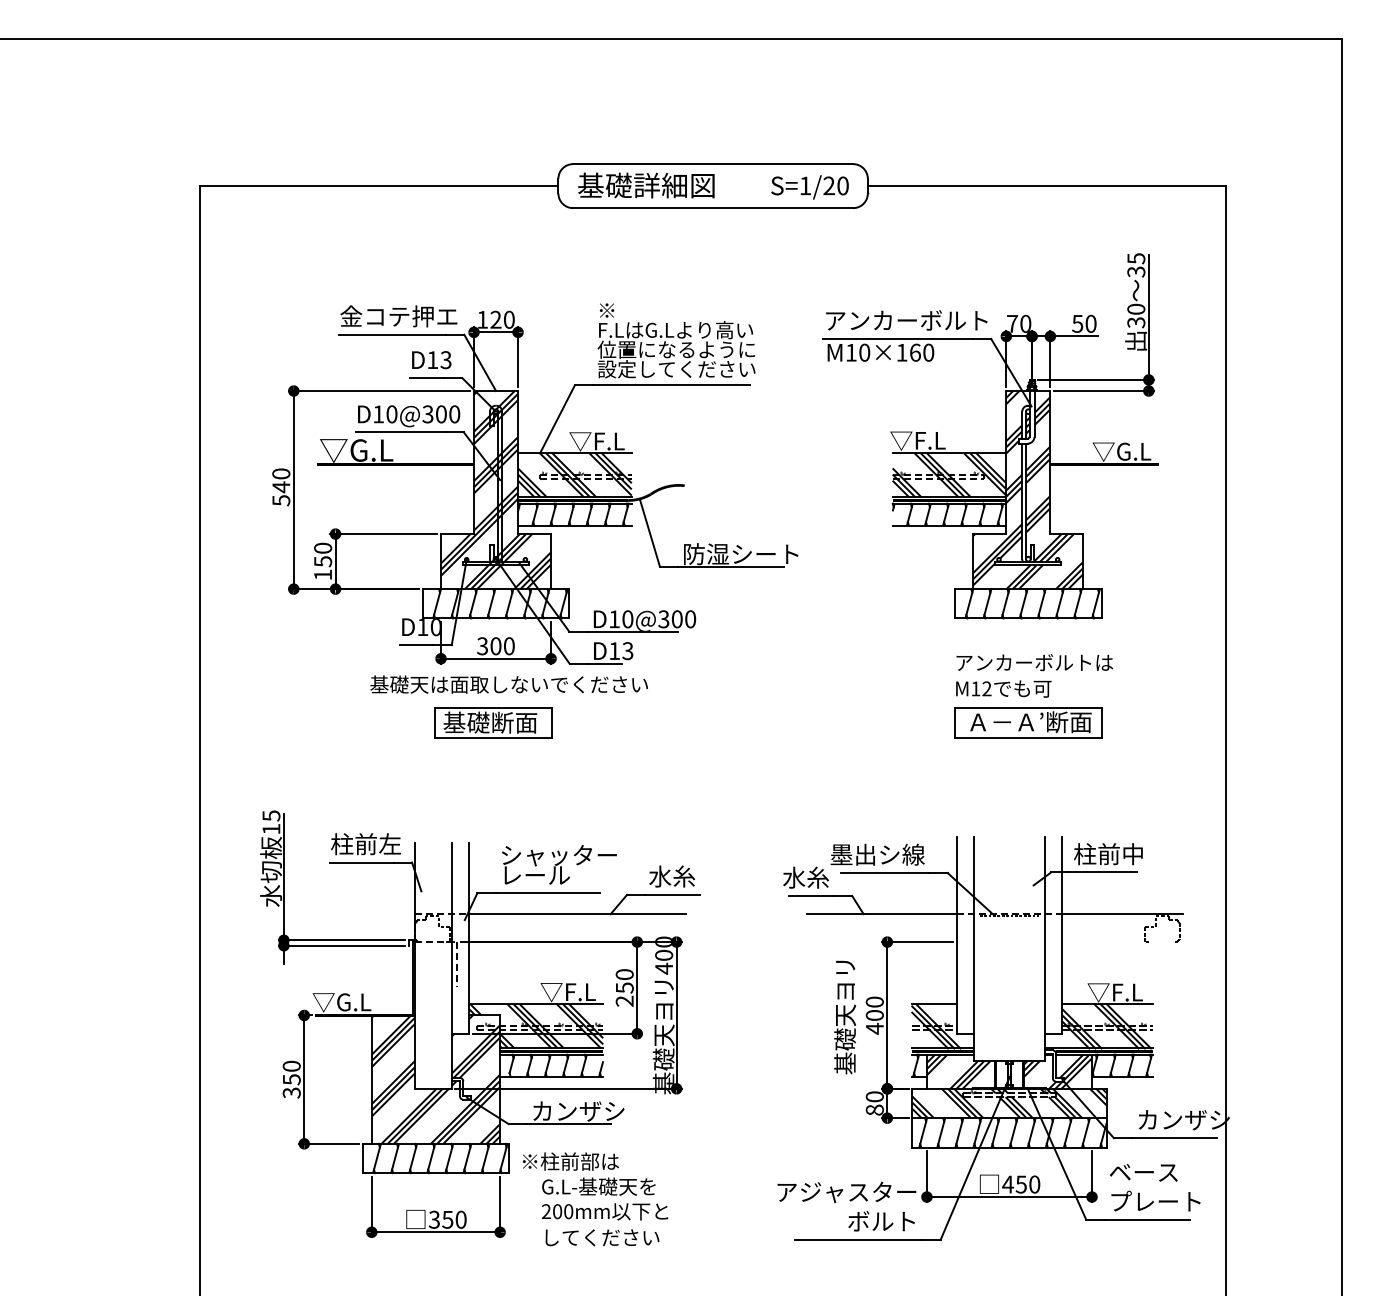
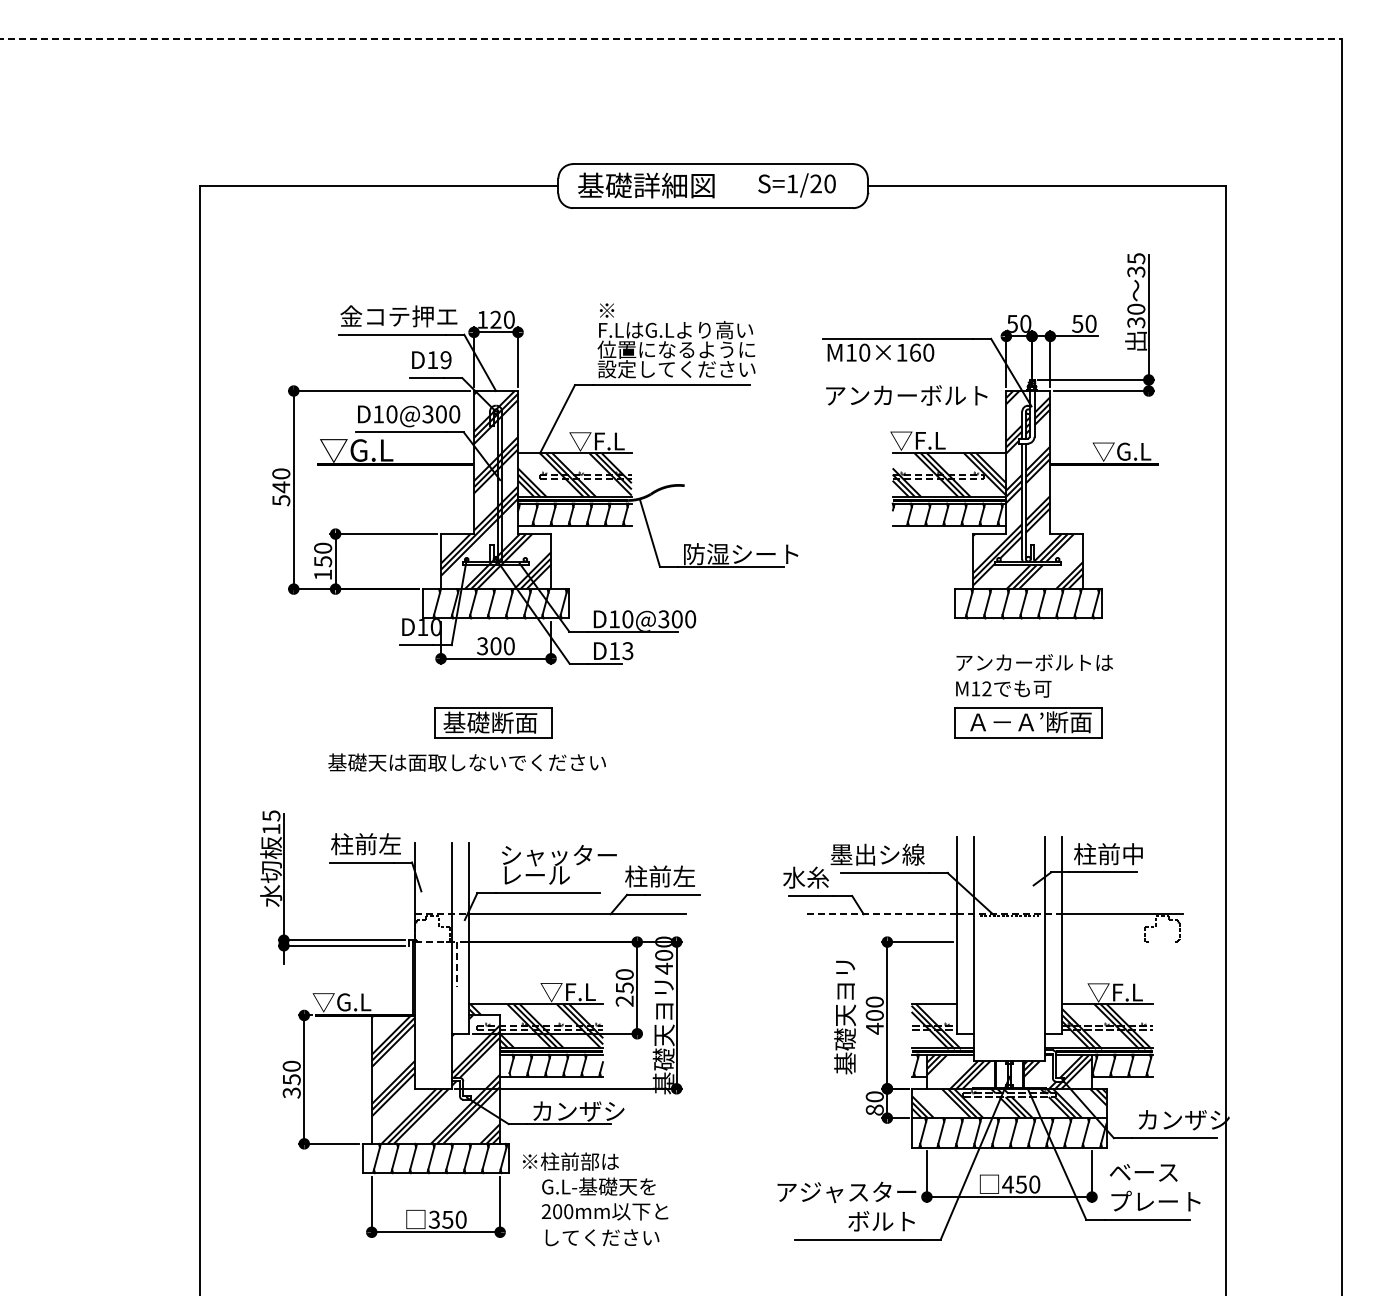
line at (671, 38): solid -> dashed
text at (809, 187) position: (809, 187) -> (796, 185)
text at (906, 320) position: (906, 320) -> (906, 395)
text at (1012, 323): 70 -> 50
text at (445, 360): D13 -> D19
text at (508, 684) position: (508, 684) -> (466, 762)
text at (660, 876): 水糸 -> 柱前左
line at (882, 914): solid -> dashed
